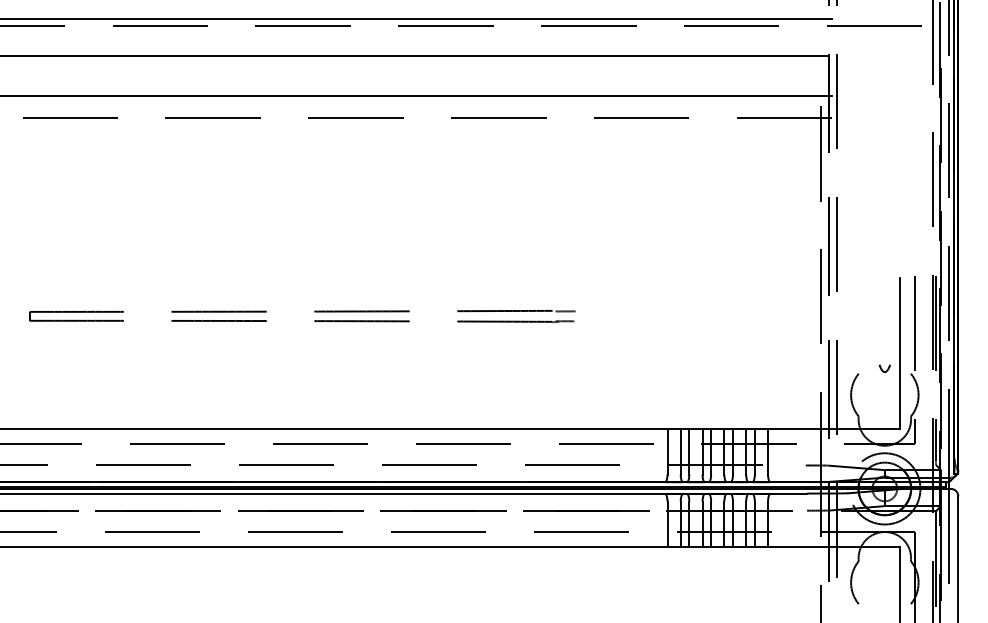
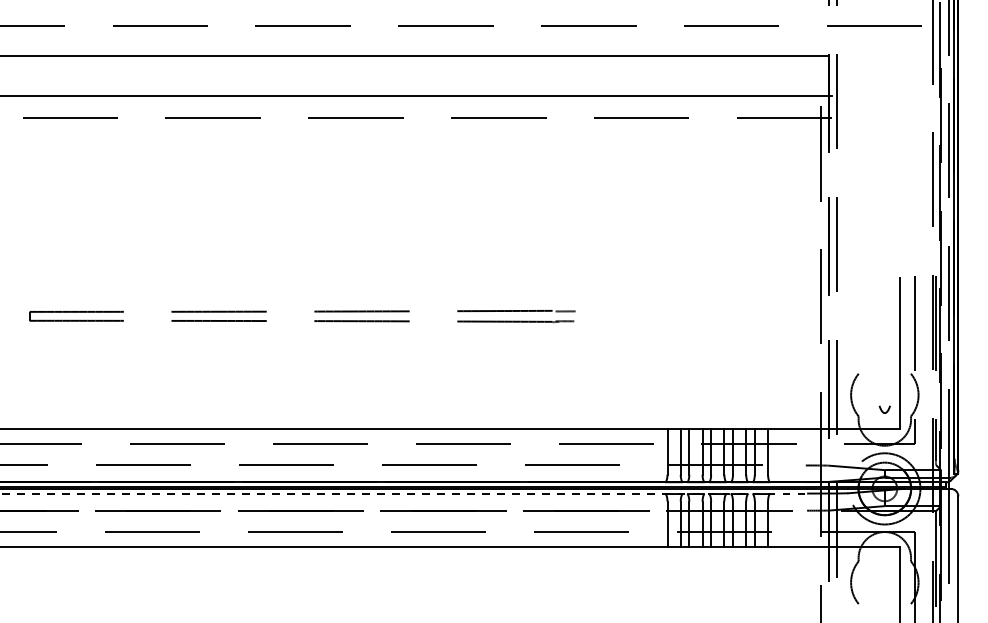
line at (417, 18): present -> none
curve at (882, 369) position: (882, 369) -> (882, 410)
line at (404, 493): solid -> dashed
